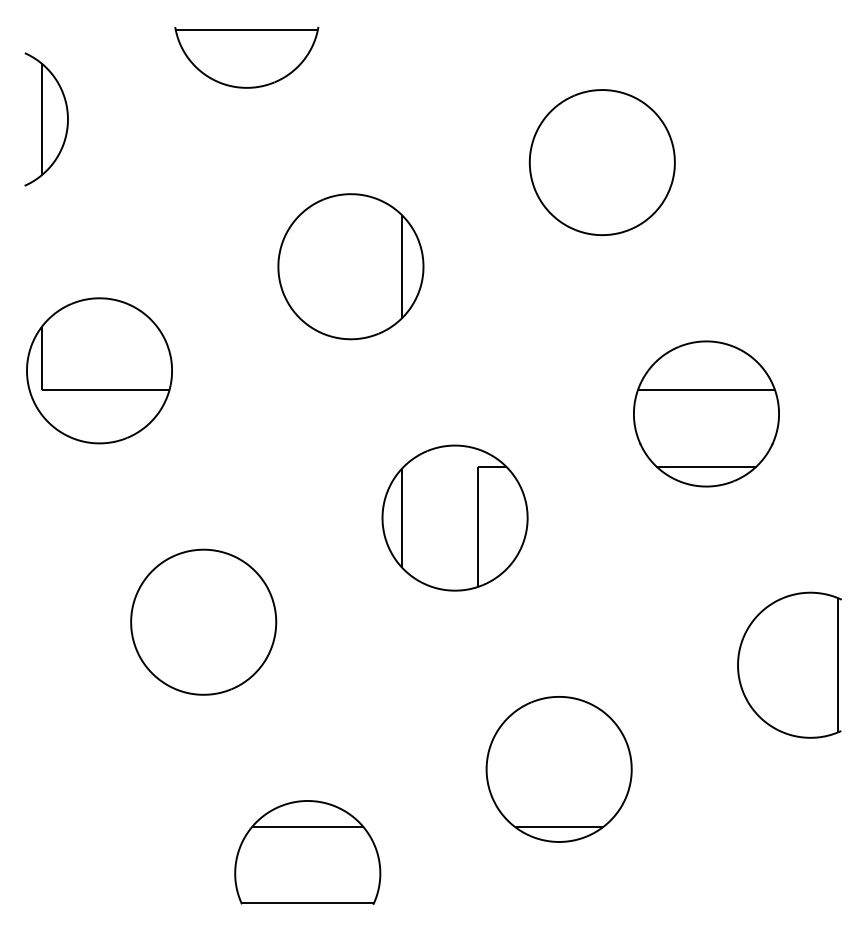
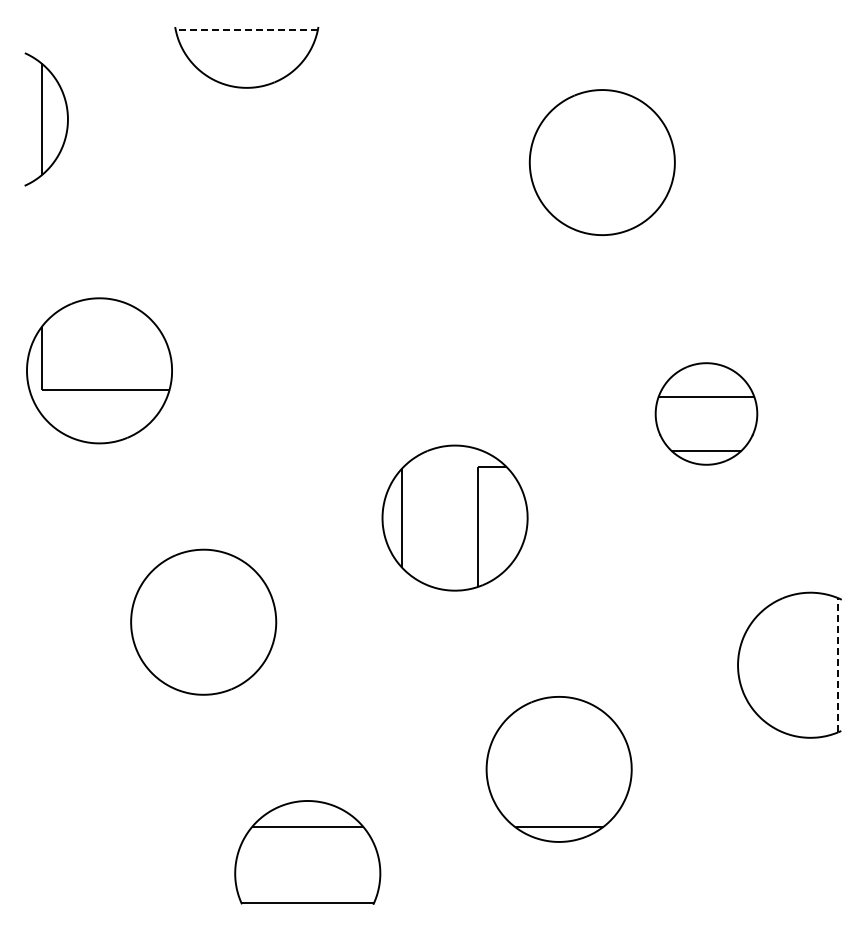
line at (246, 30): solid -> dashed
part at (350, 266): present -> none
part at (706, 413) size: 147x148 px -> 105x104 px
line at (838, 664): solid -> dashed
